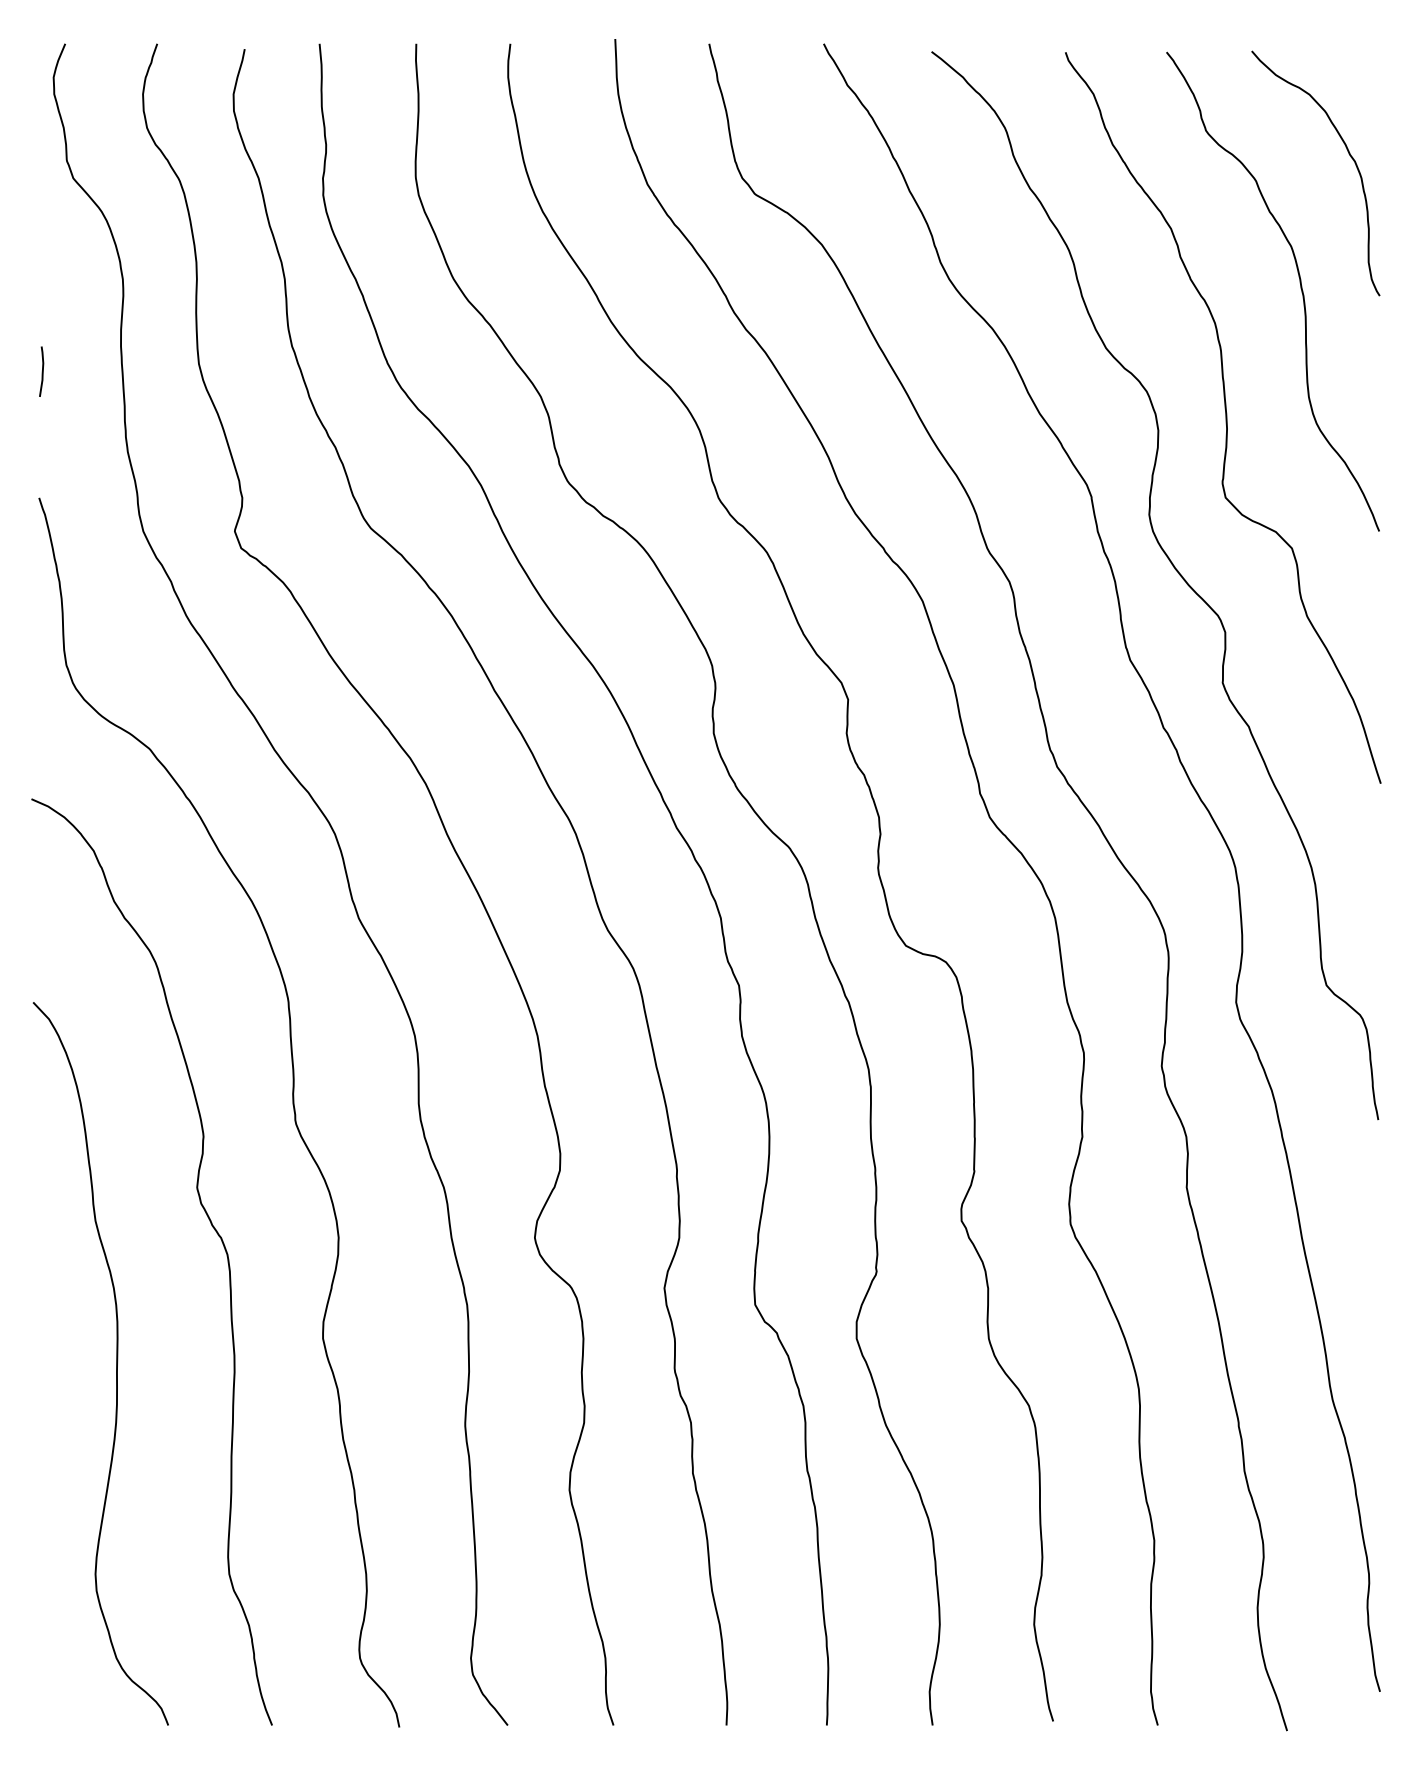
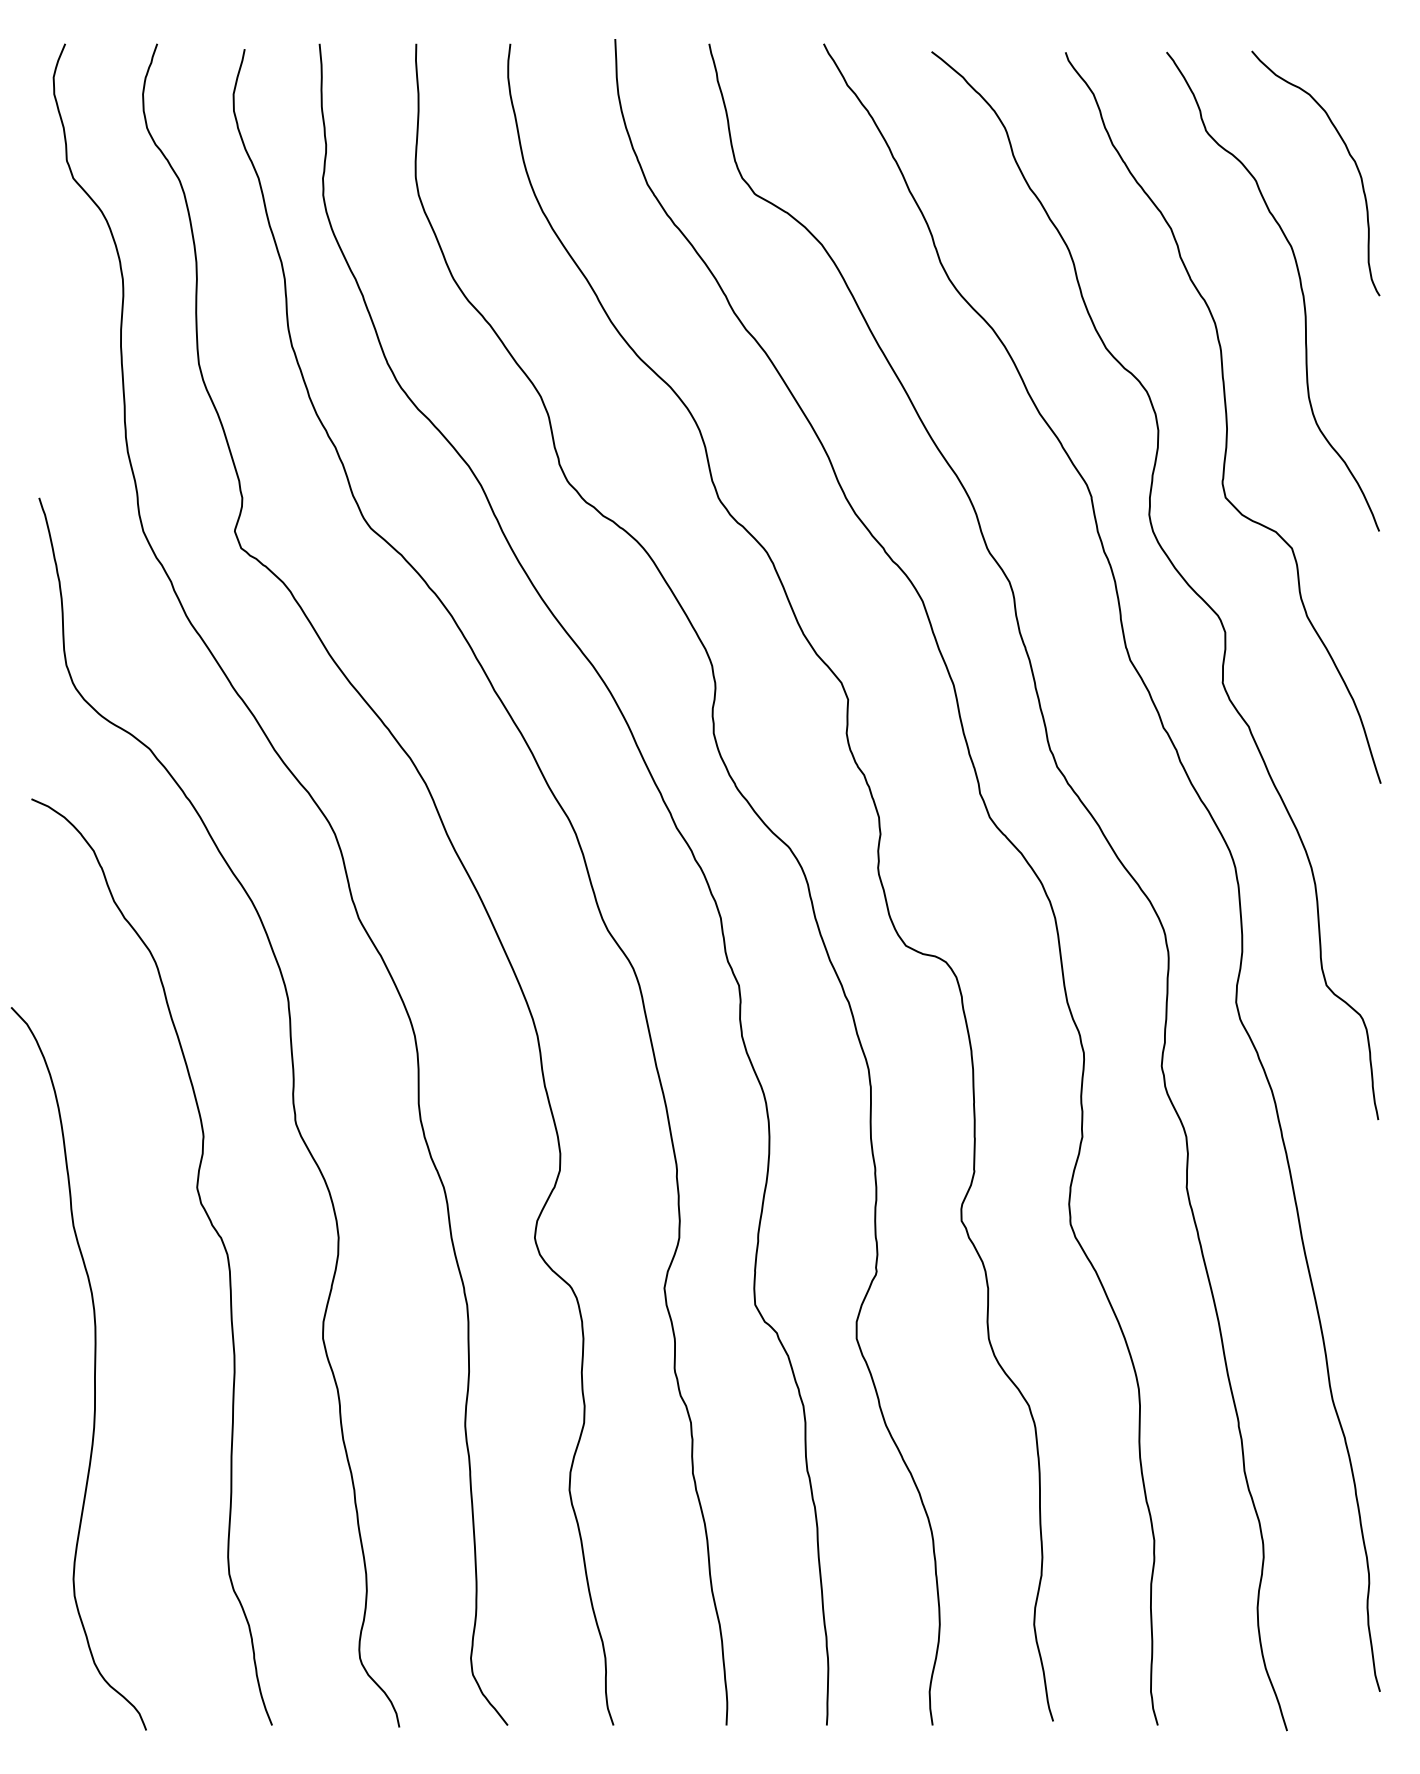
curve at (41, 371): present -> none
curve at (116, 1363) position: (116, 1363) -> (94, 1368)
